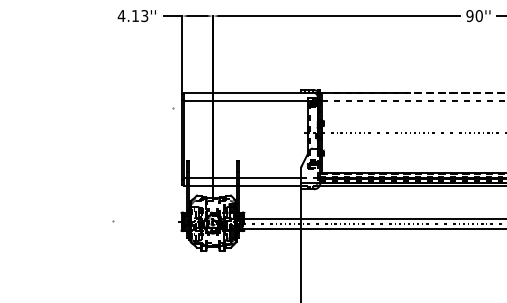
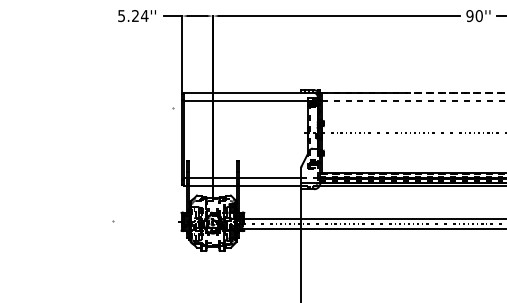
text at (132, 16): 4.13'' -> 5.24''
